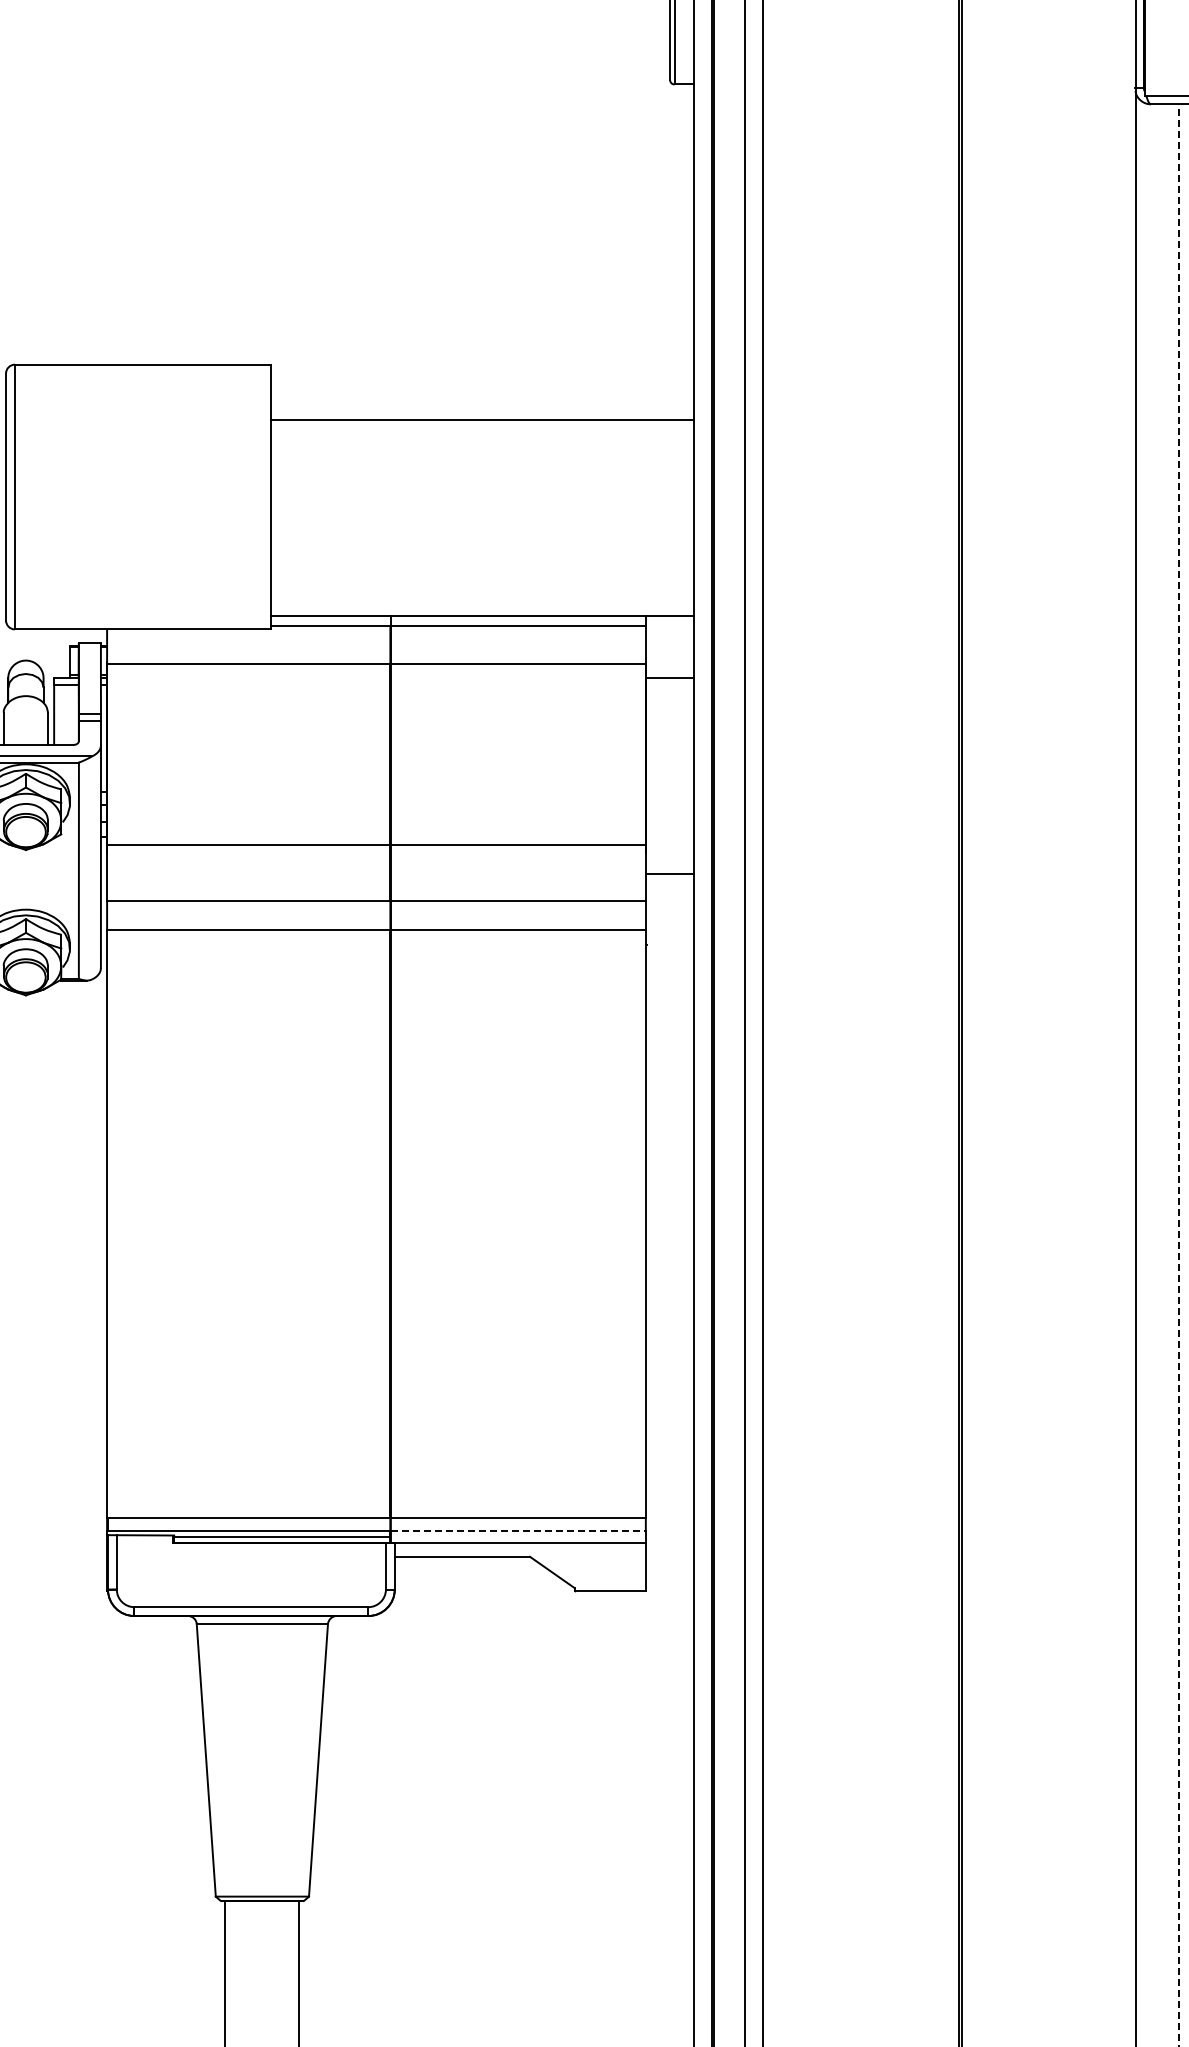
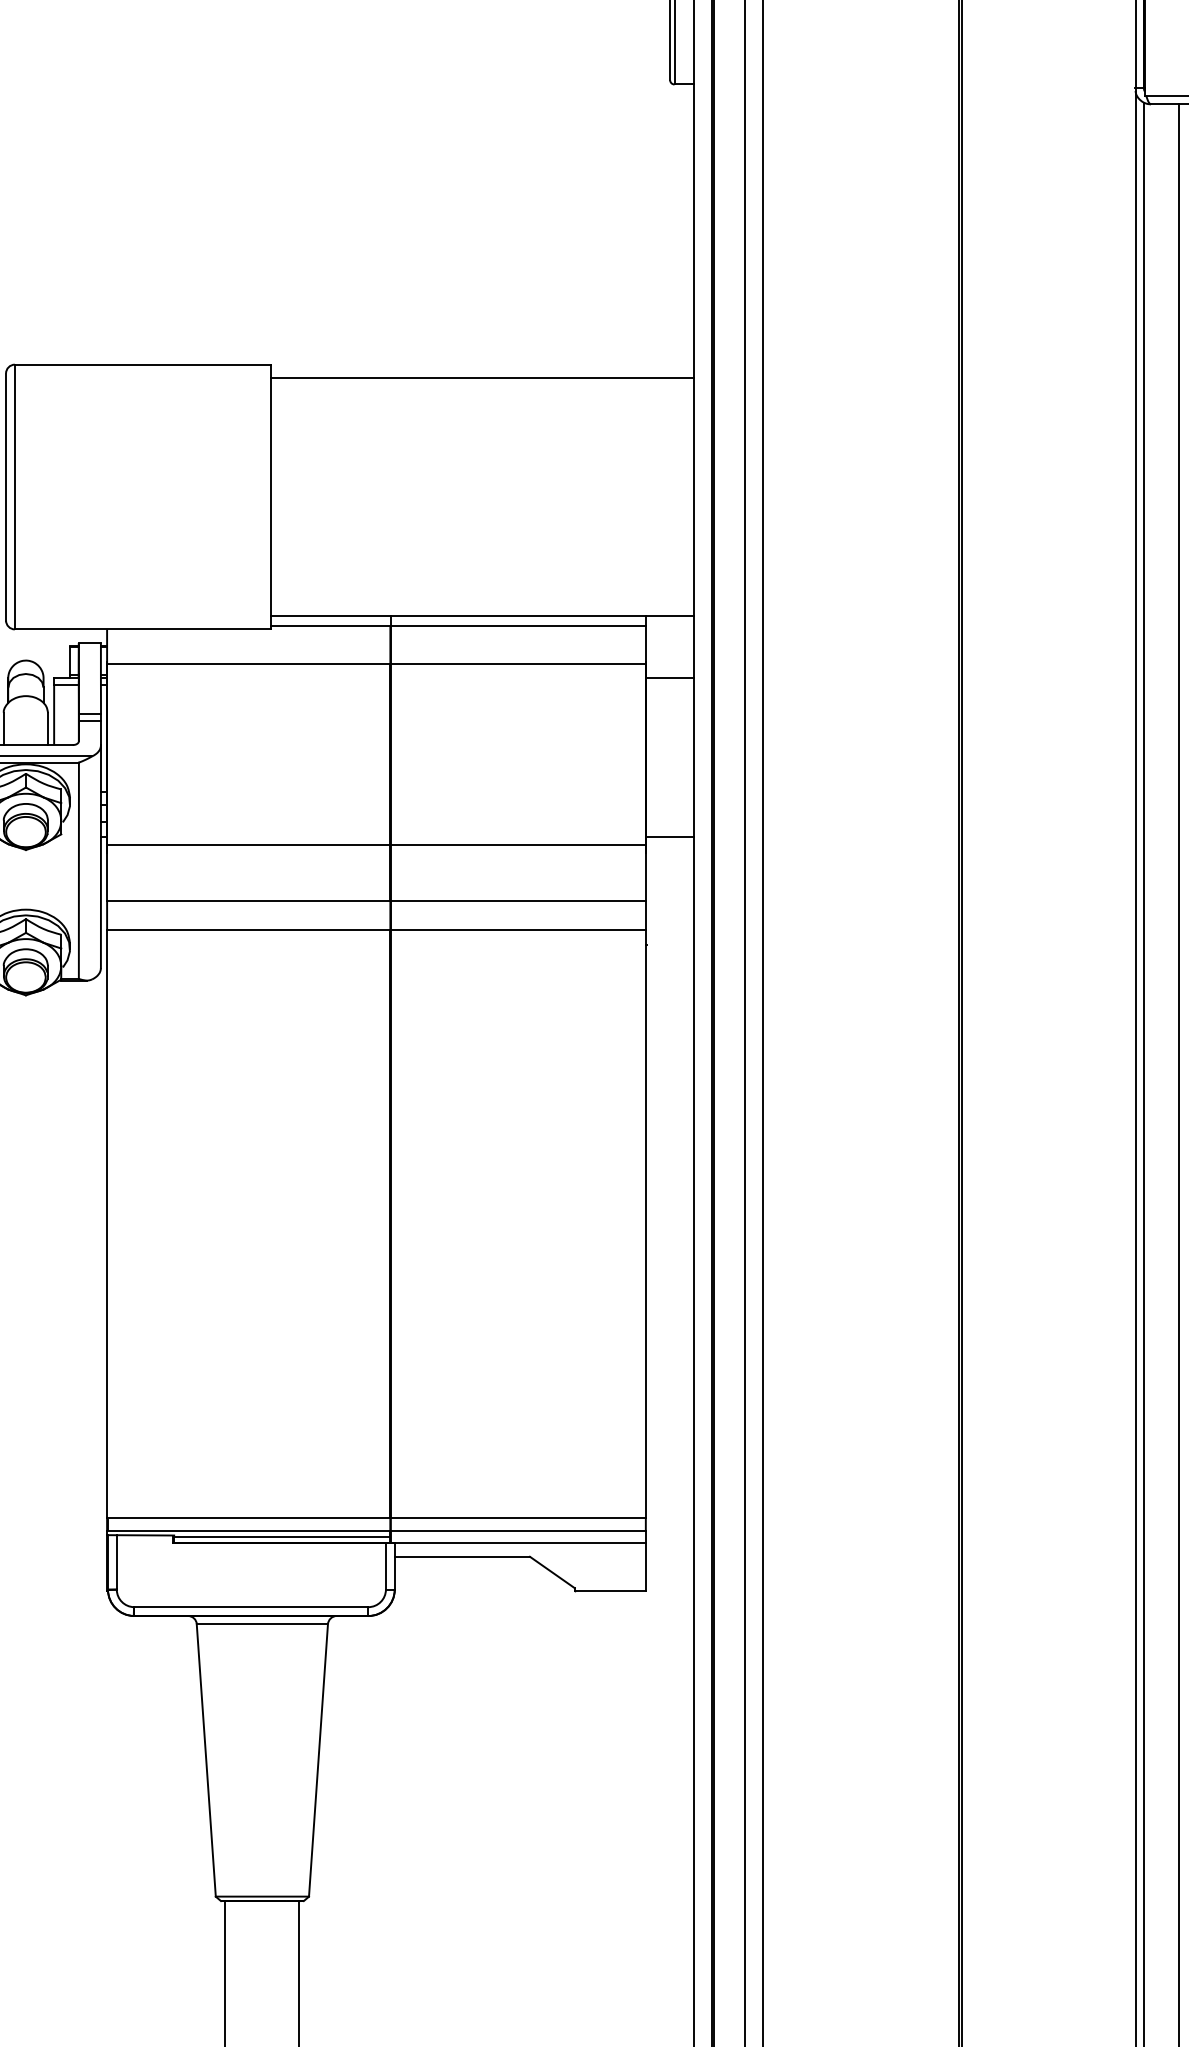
line at (482, 419) position: (482, 419) -> (482, 377)
line at (669, 874) position: (669, 874) -> (669, 837)
line at (1144, 1072): none -> present
line at (1179, 1075): dashed -> solid
line at (518, 1531): dashed -> solid
